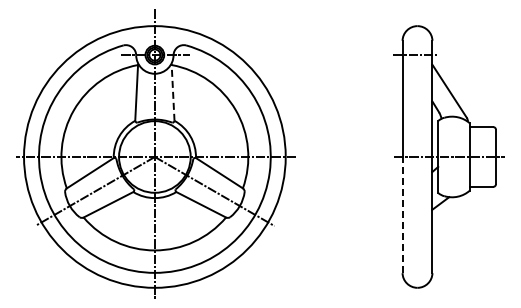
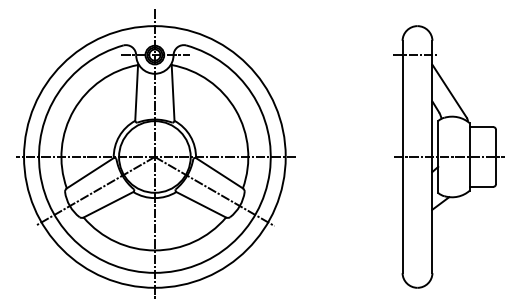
line at (173, 92): dashed -> solid
line at (402, 214): dashed -> solid
